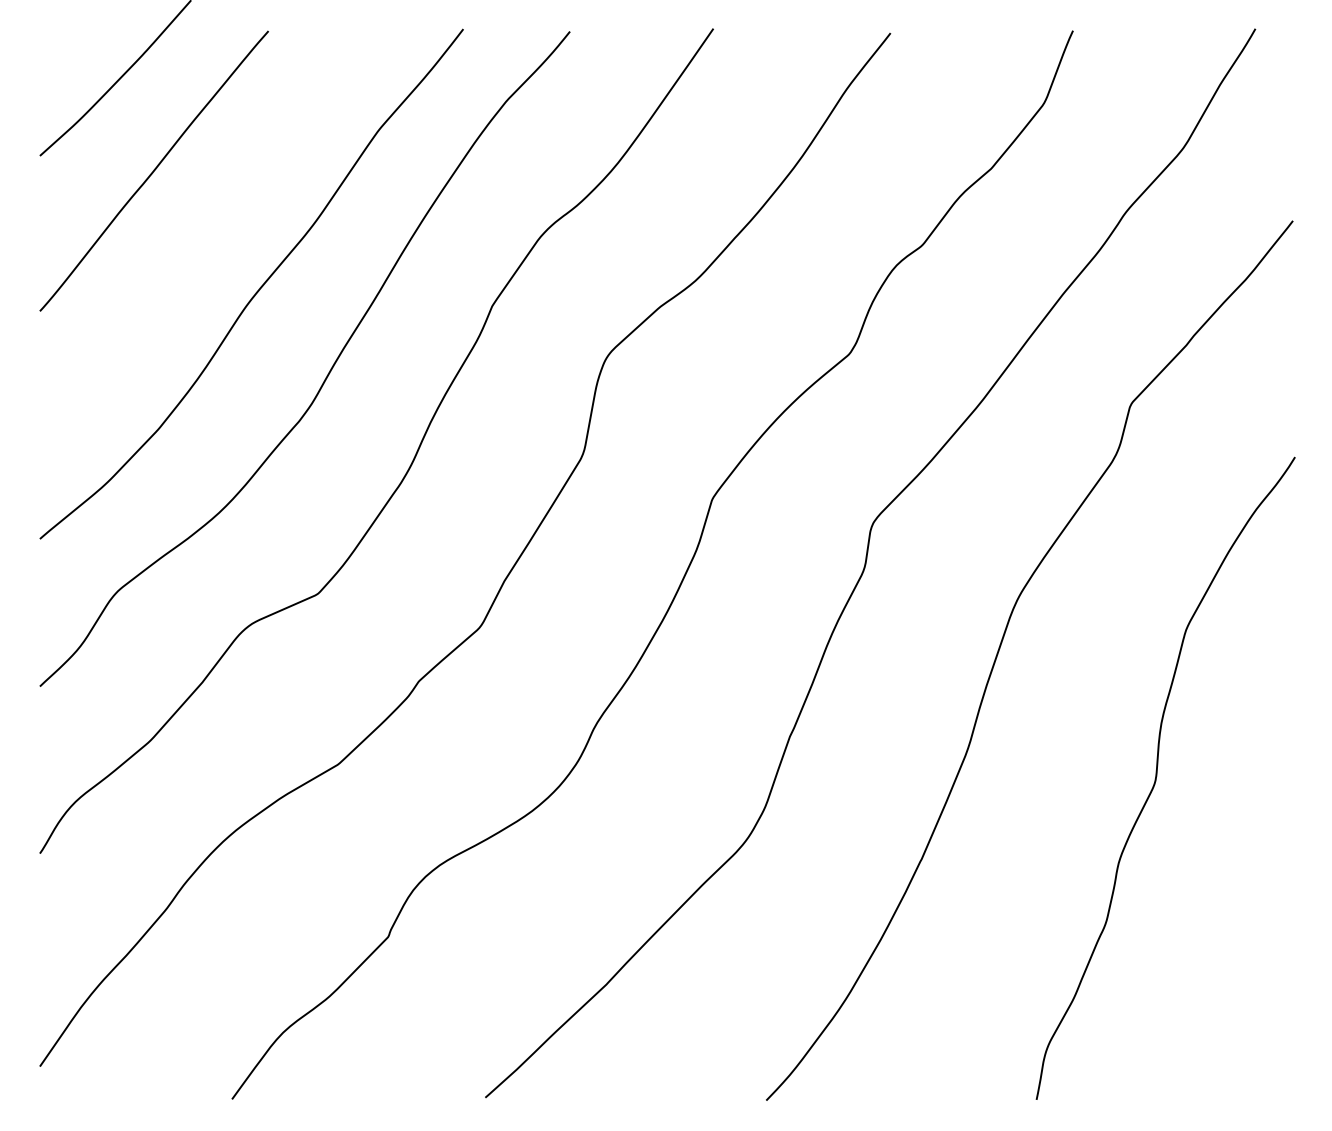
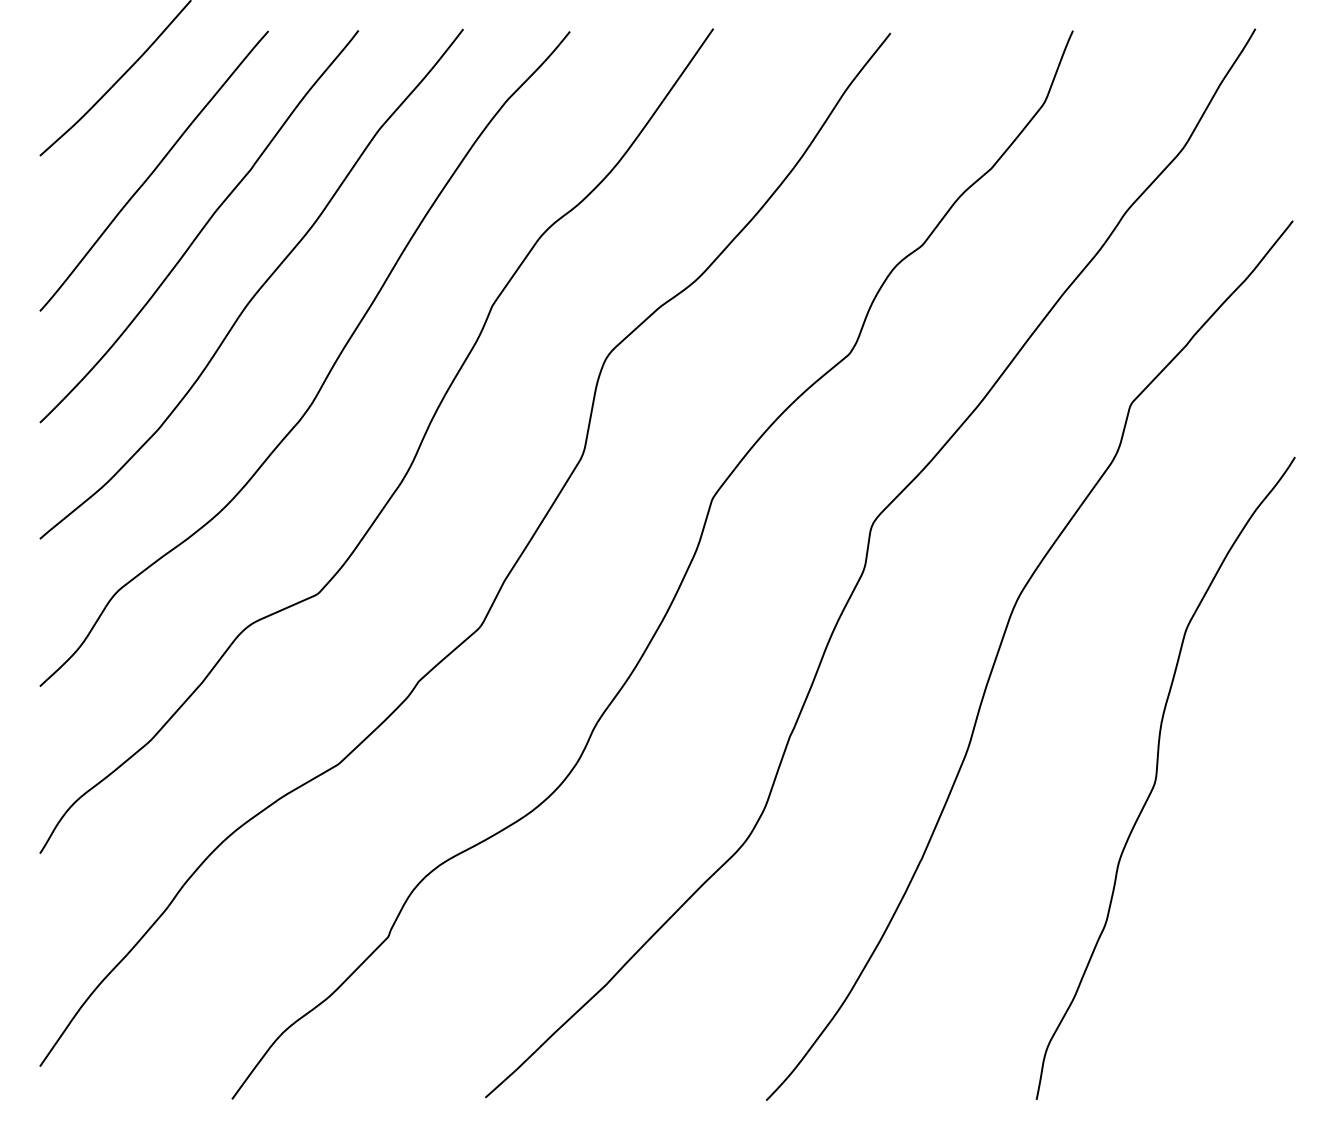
curve at (201, 228): none -> present
